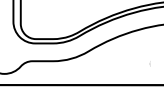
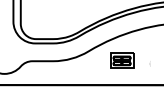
part at (122, 60): none -> present
